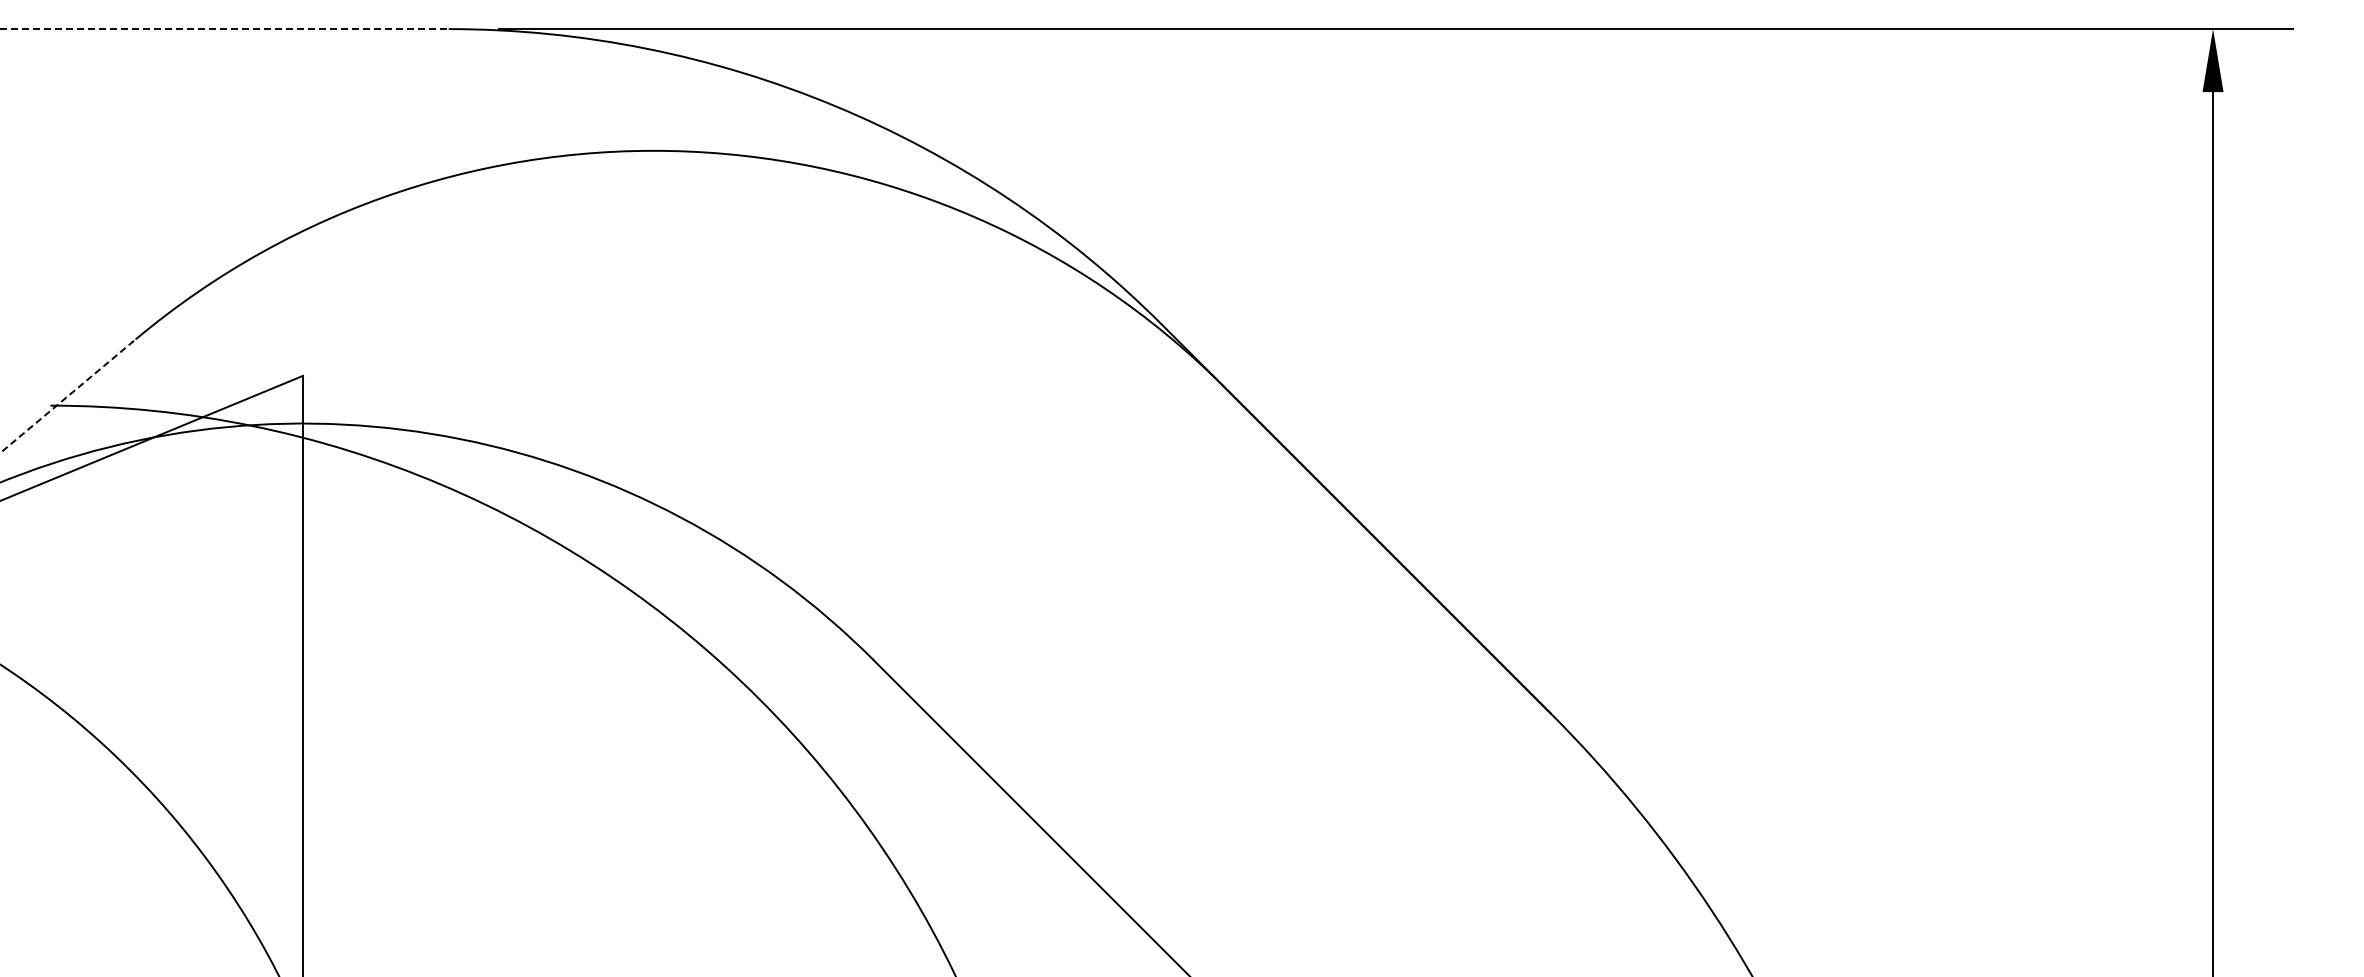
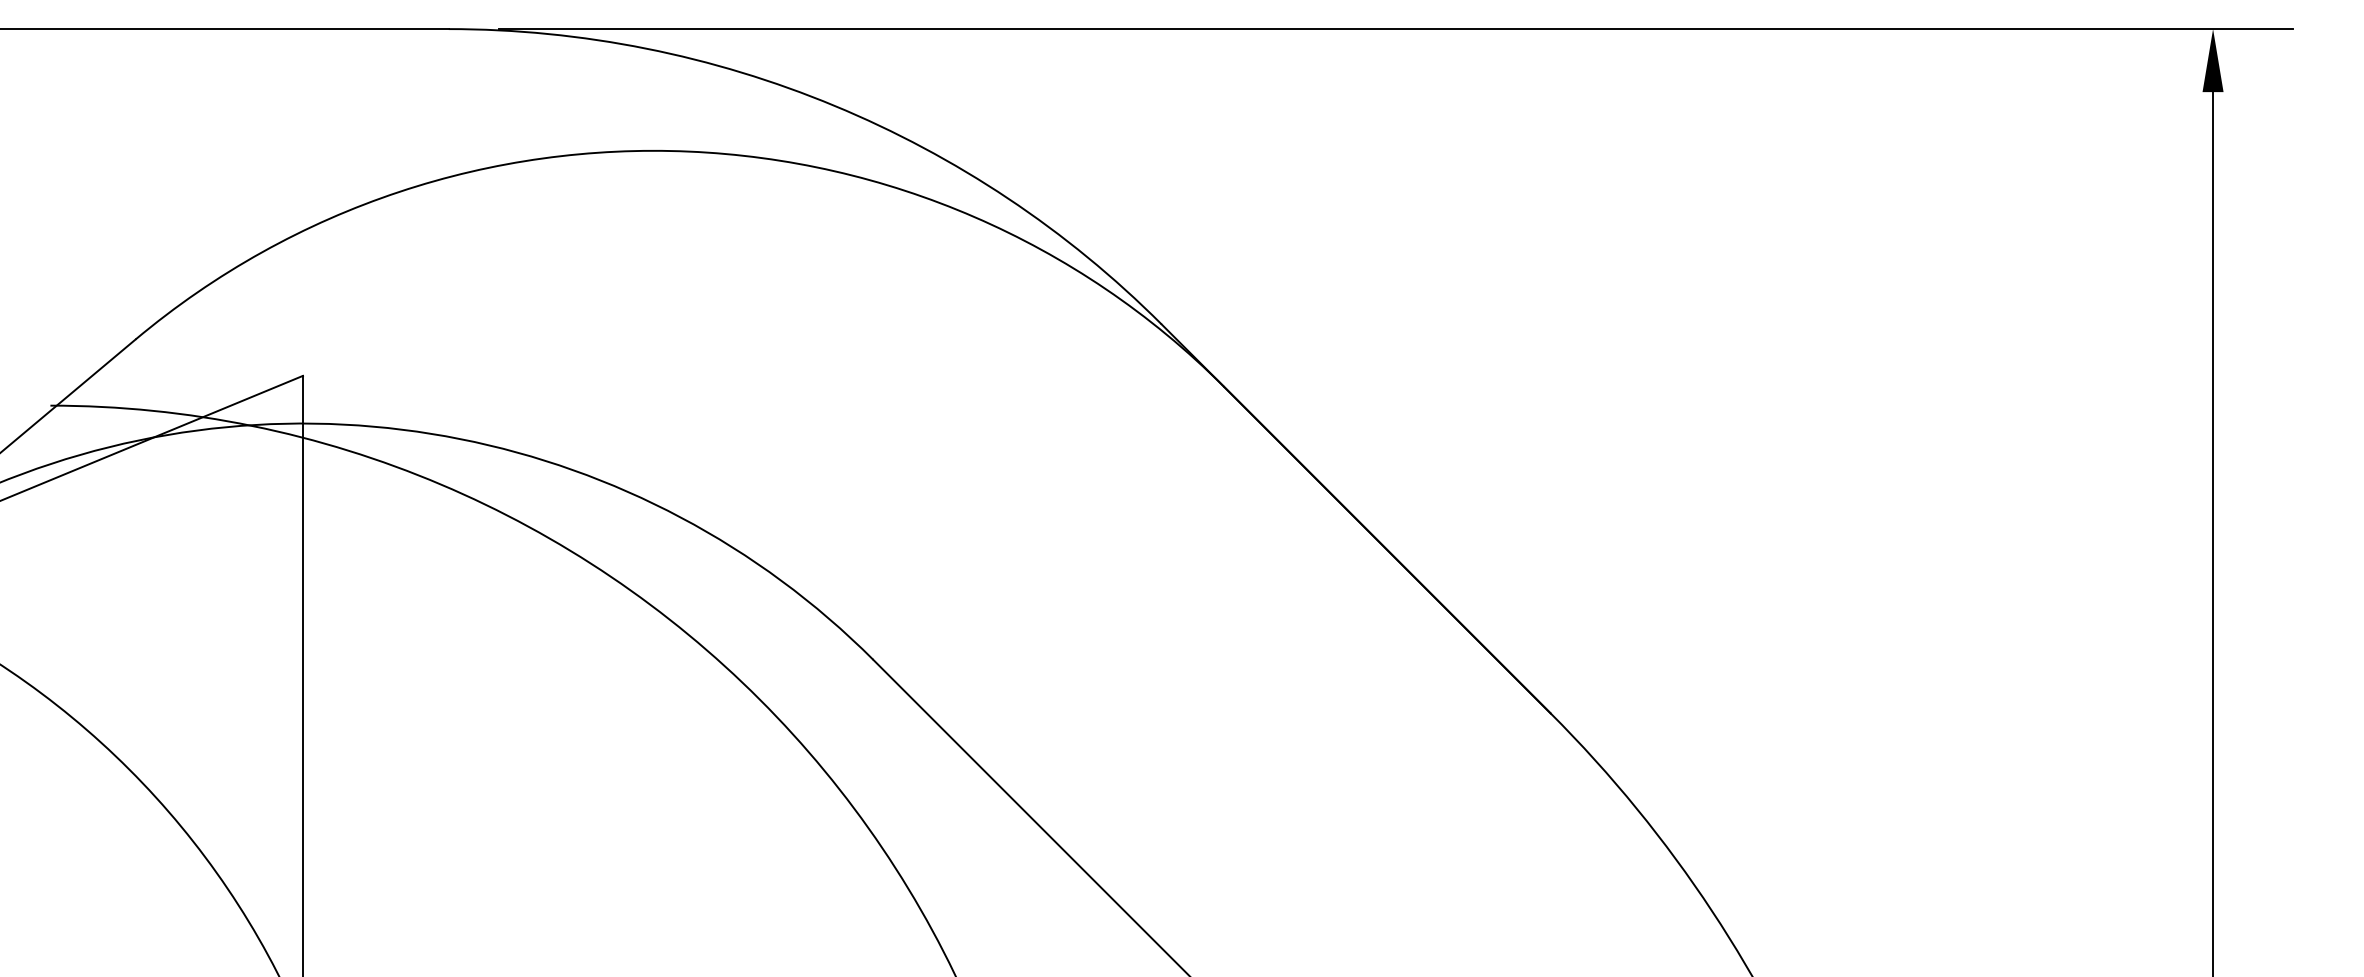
line at (224, 29): dashed -> solid
line at (68, 396): dashed -> solid
